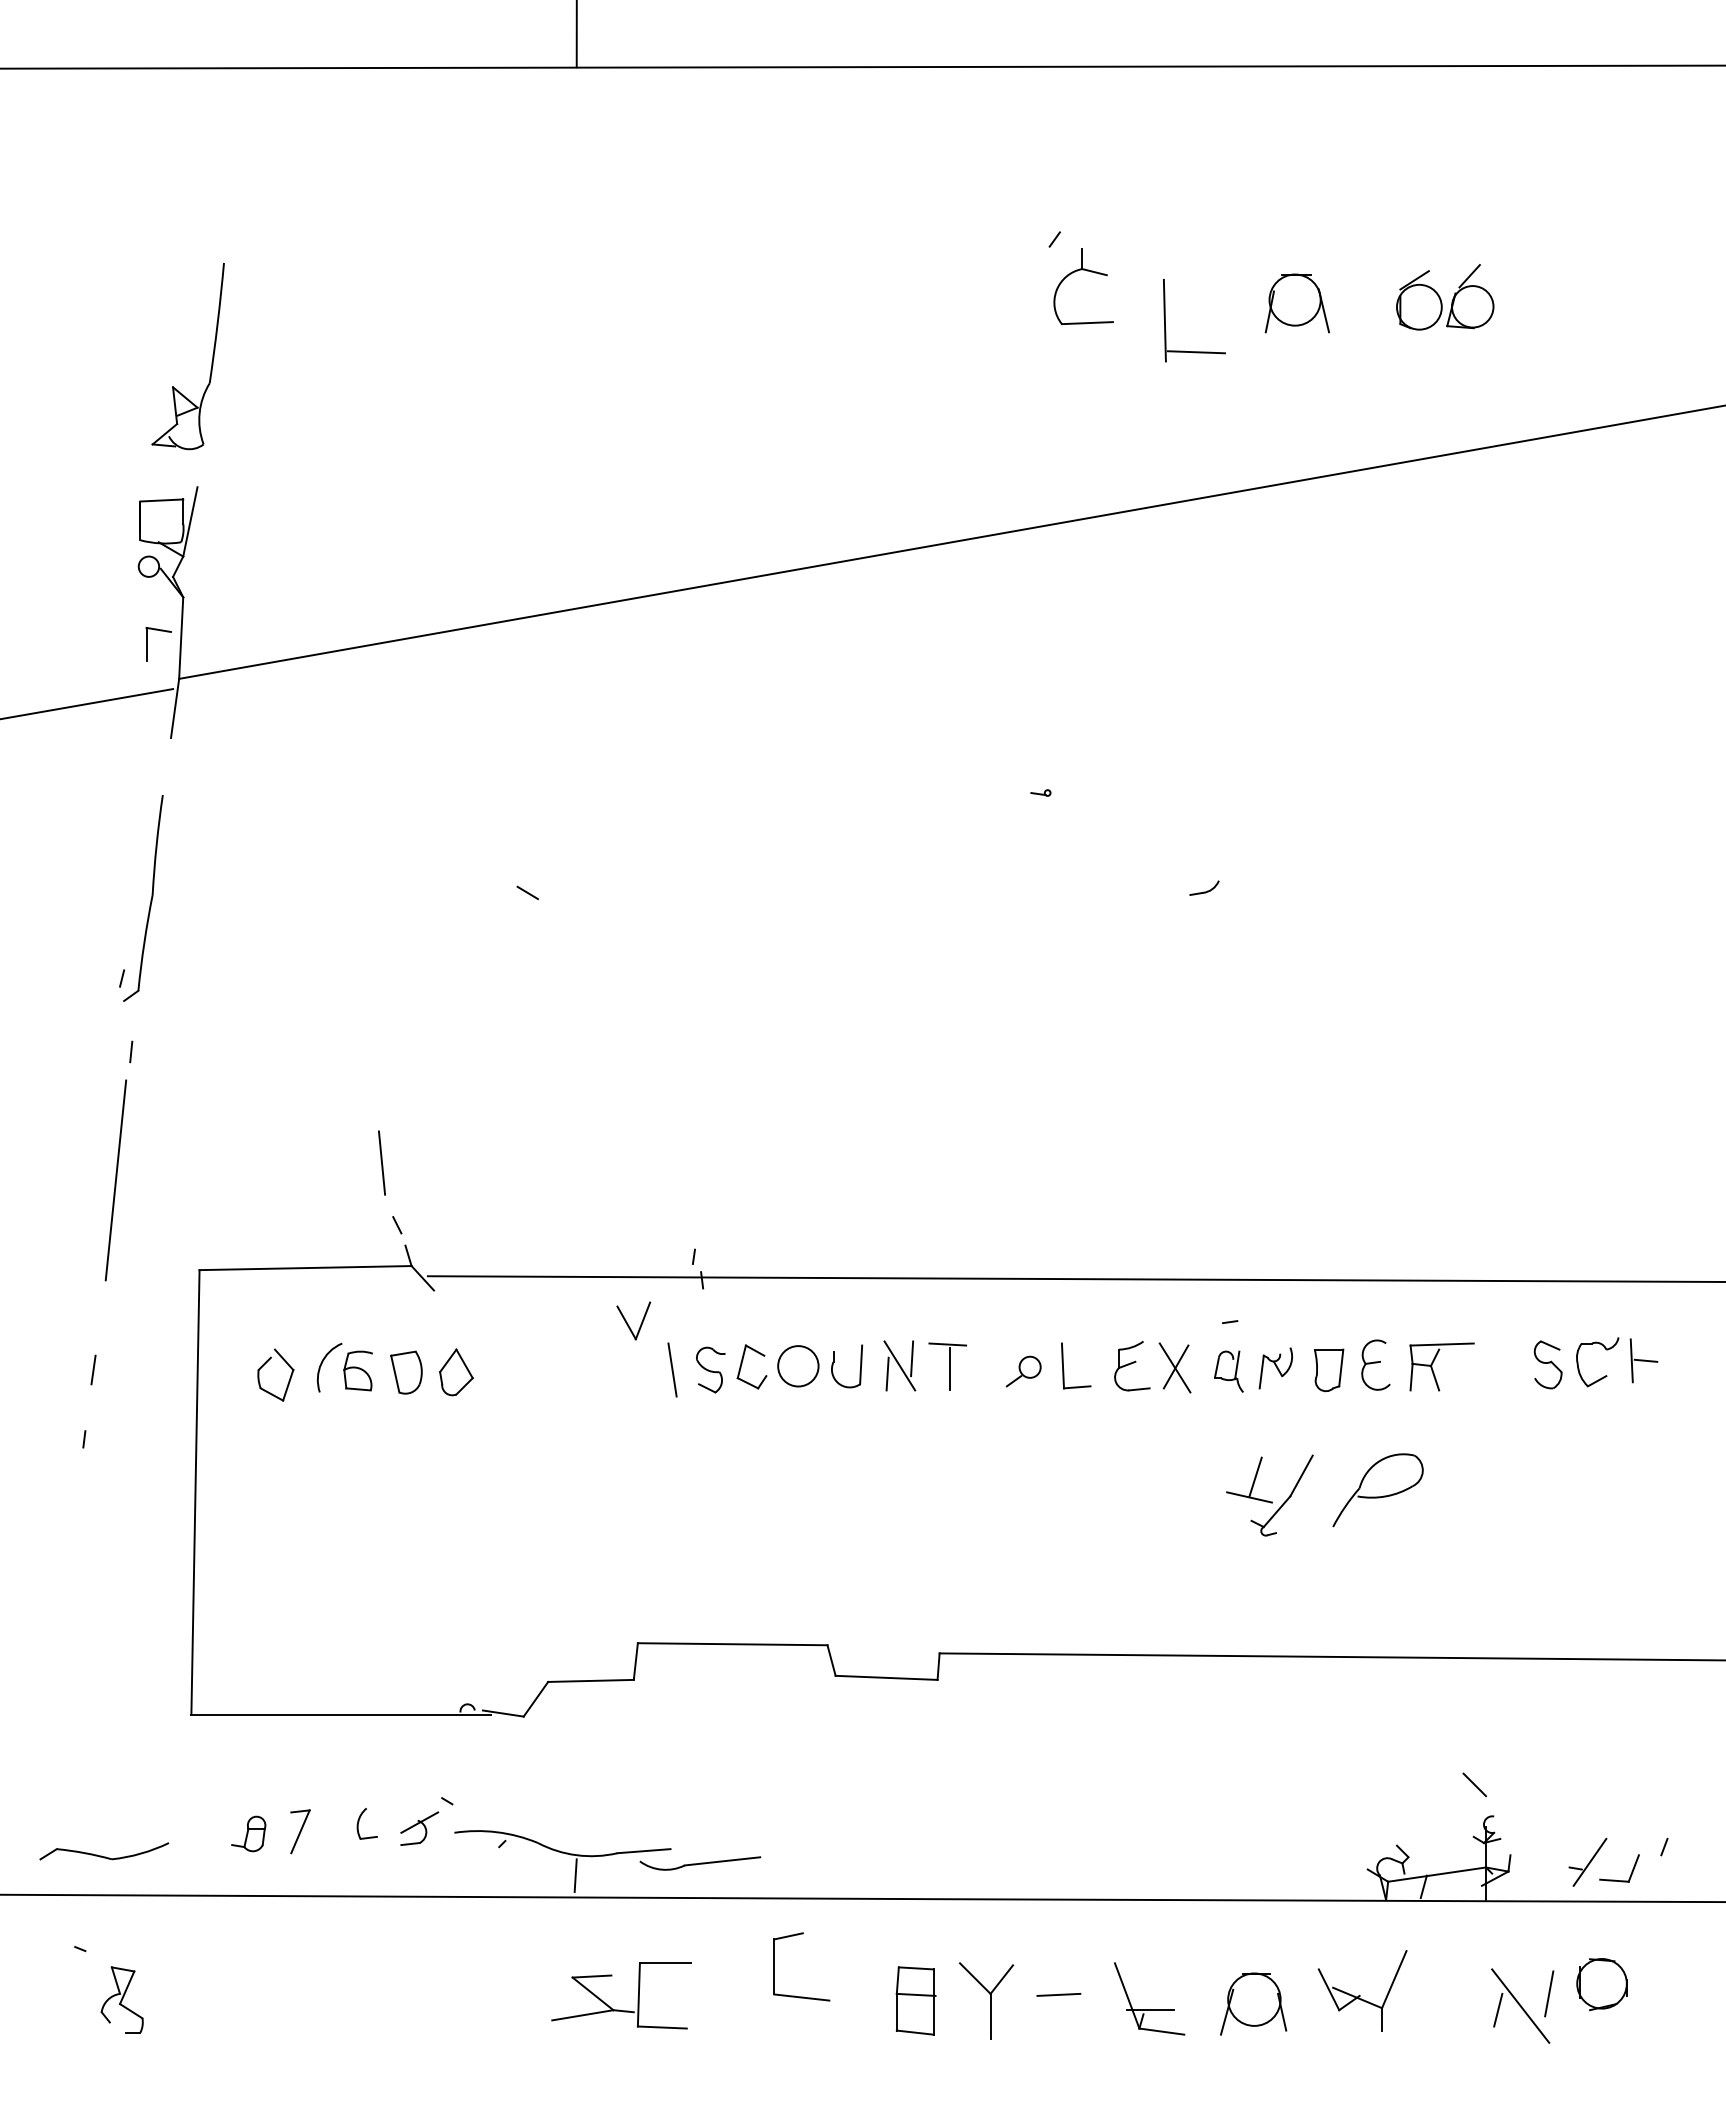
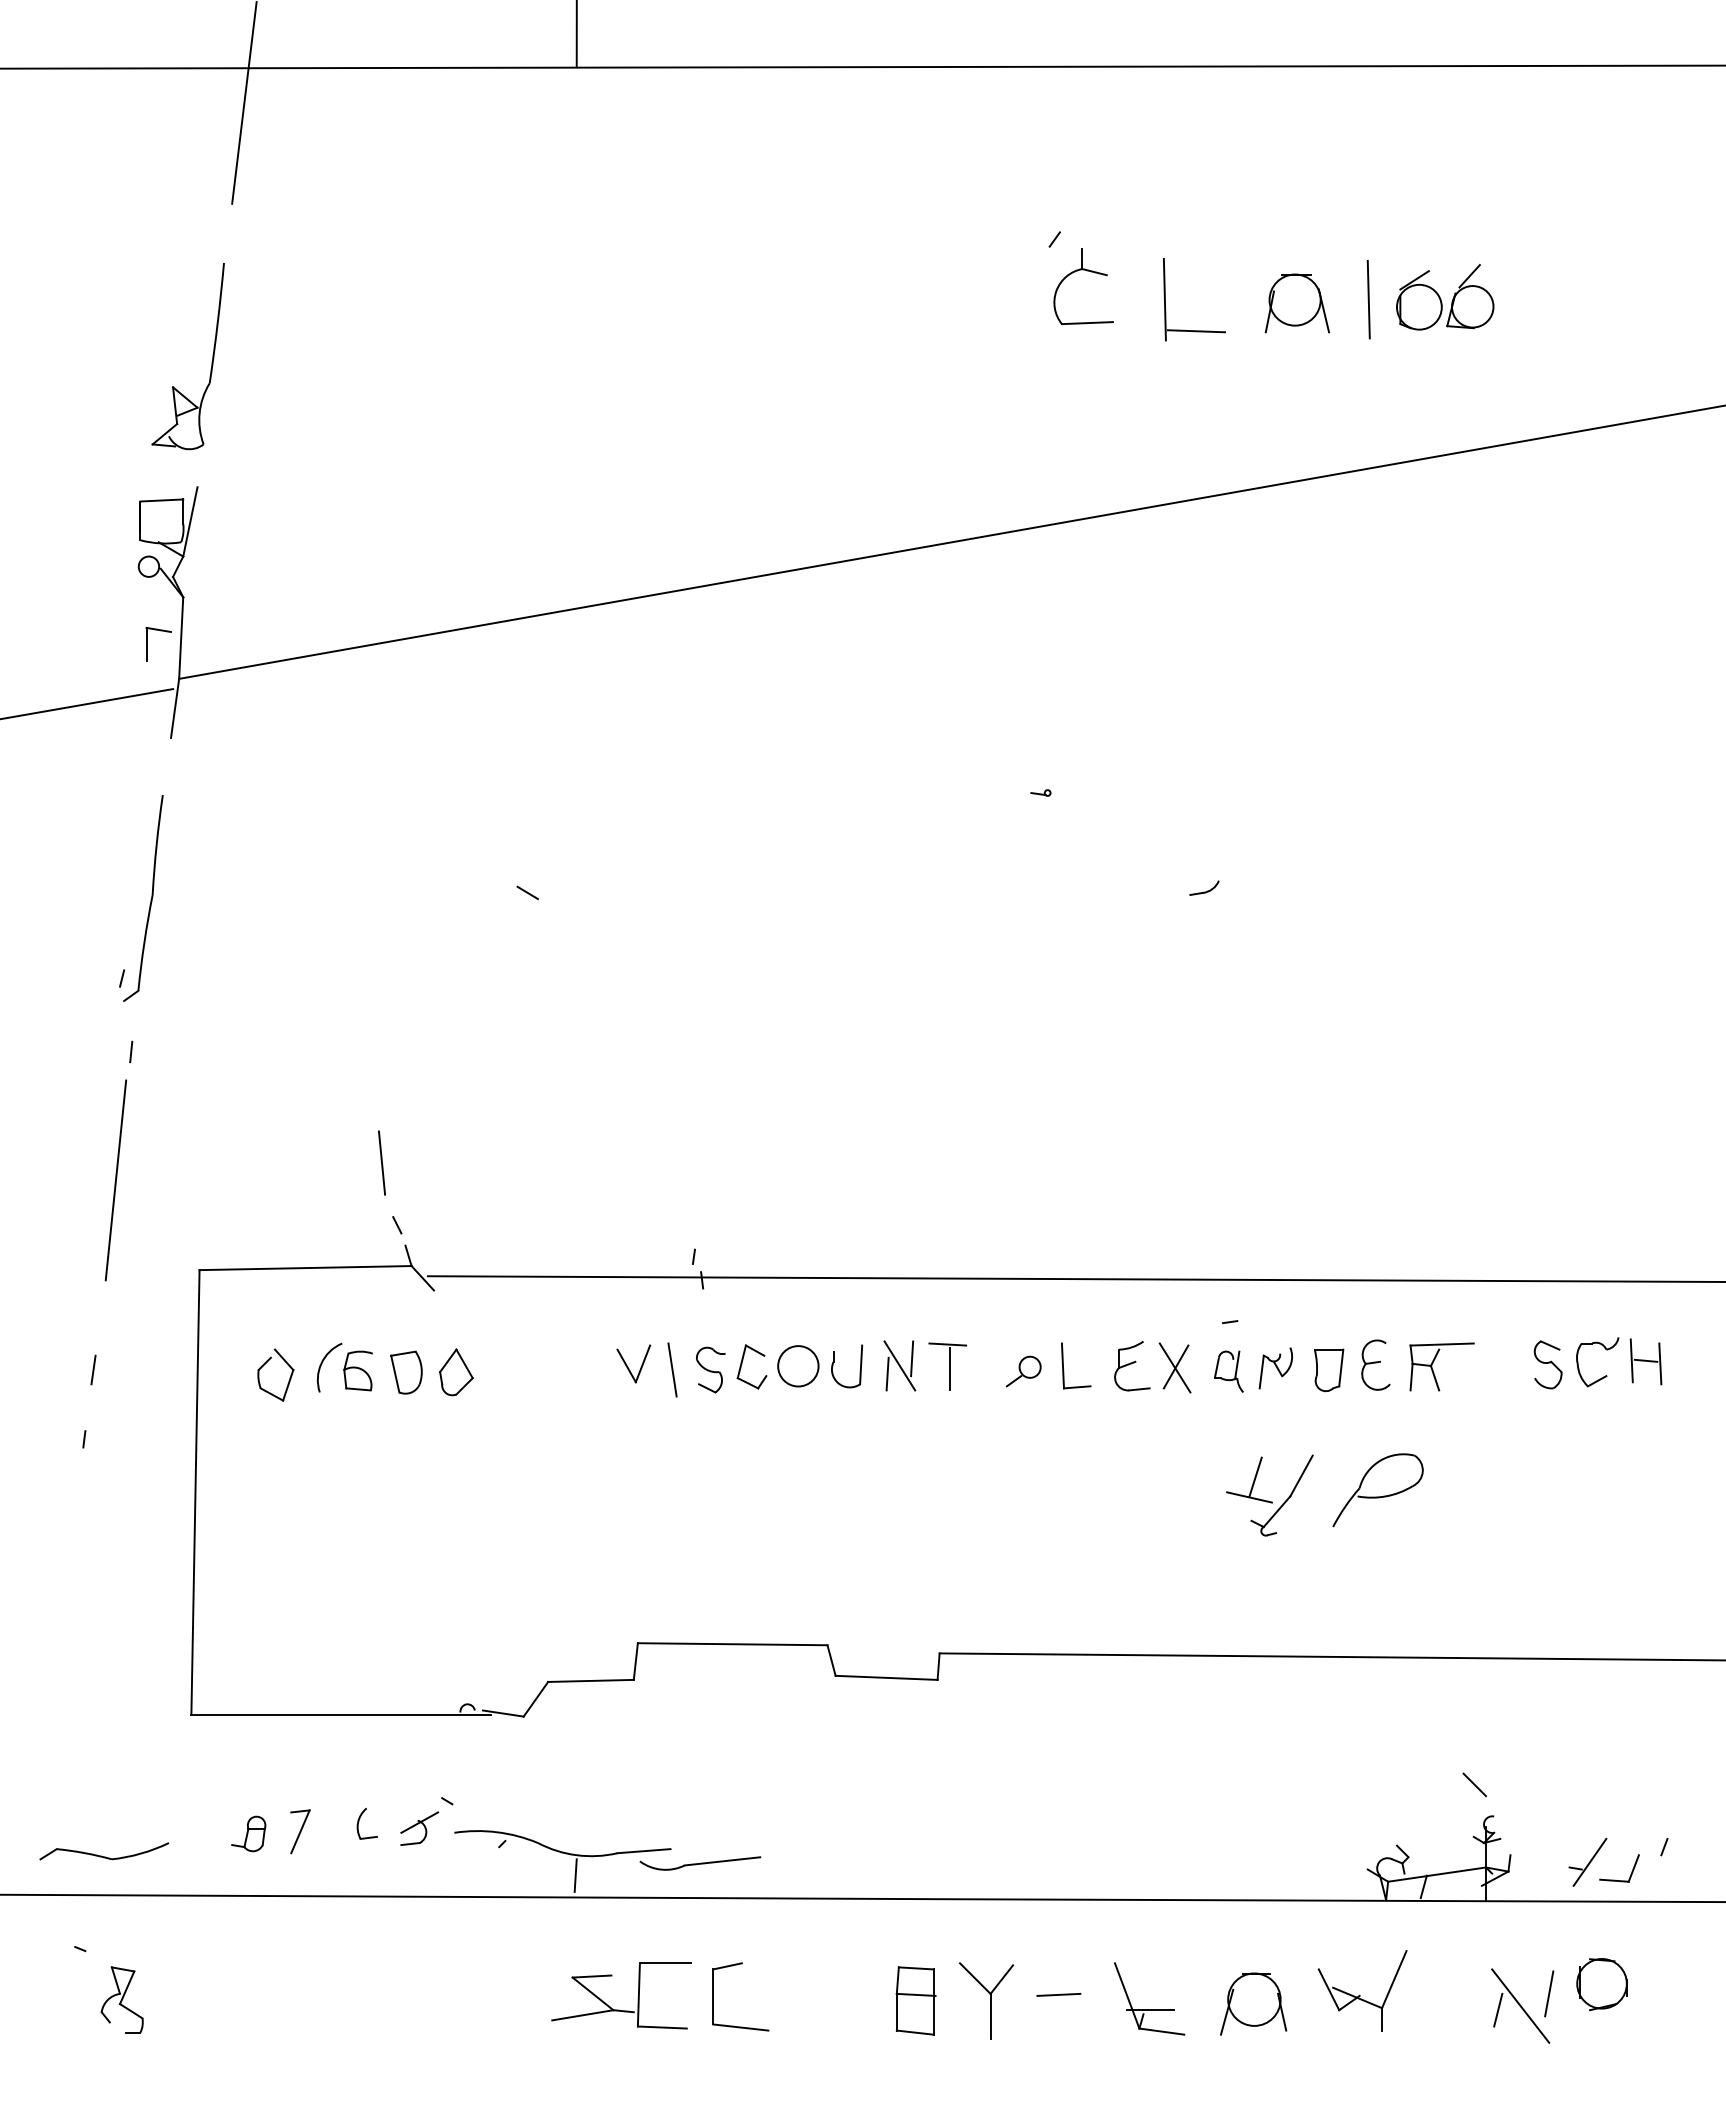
line at (244, 102): none -> present
line at (1368, 299): none -> present
part at (1165, 320) position: (1165, 320) -> (1165, 299)
part at (633, 1320) position: (633, 1320) -> (633, 1363)
line at (1660, 1363): none -> present
part at (774, 1966) position: (774, 1966) -> (713, 1996)
